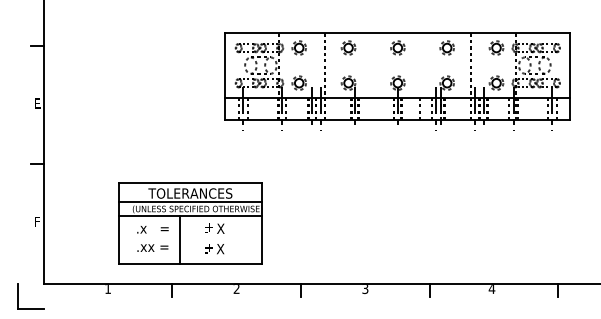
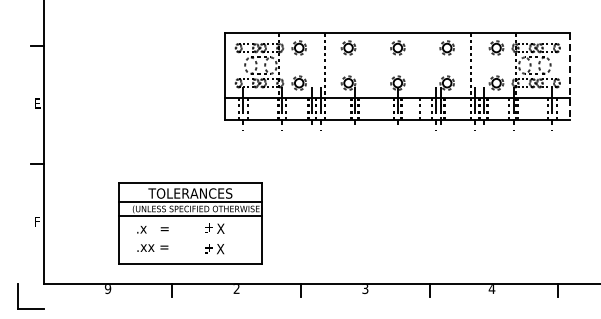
line at (570, 77): solid -> dashed
line at (180, 239): present -> none
text at (108, 289): 1 -> 9
